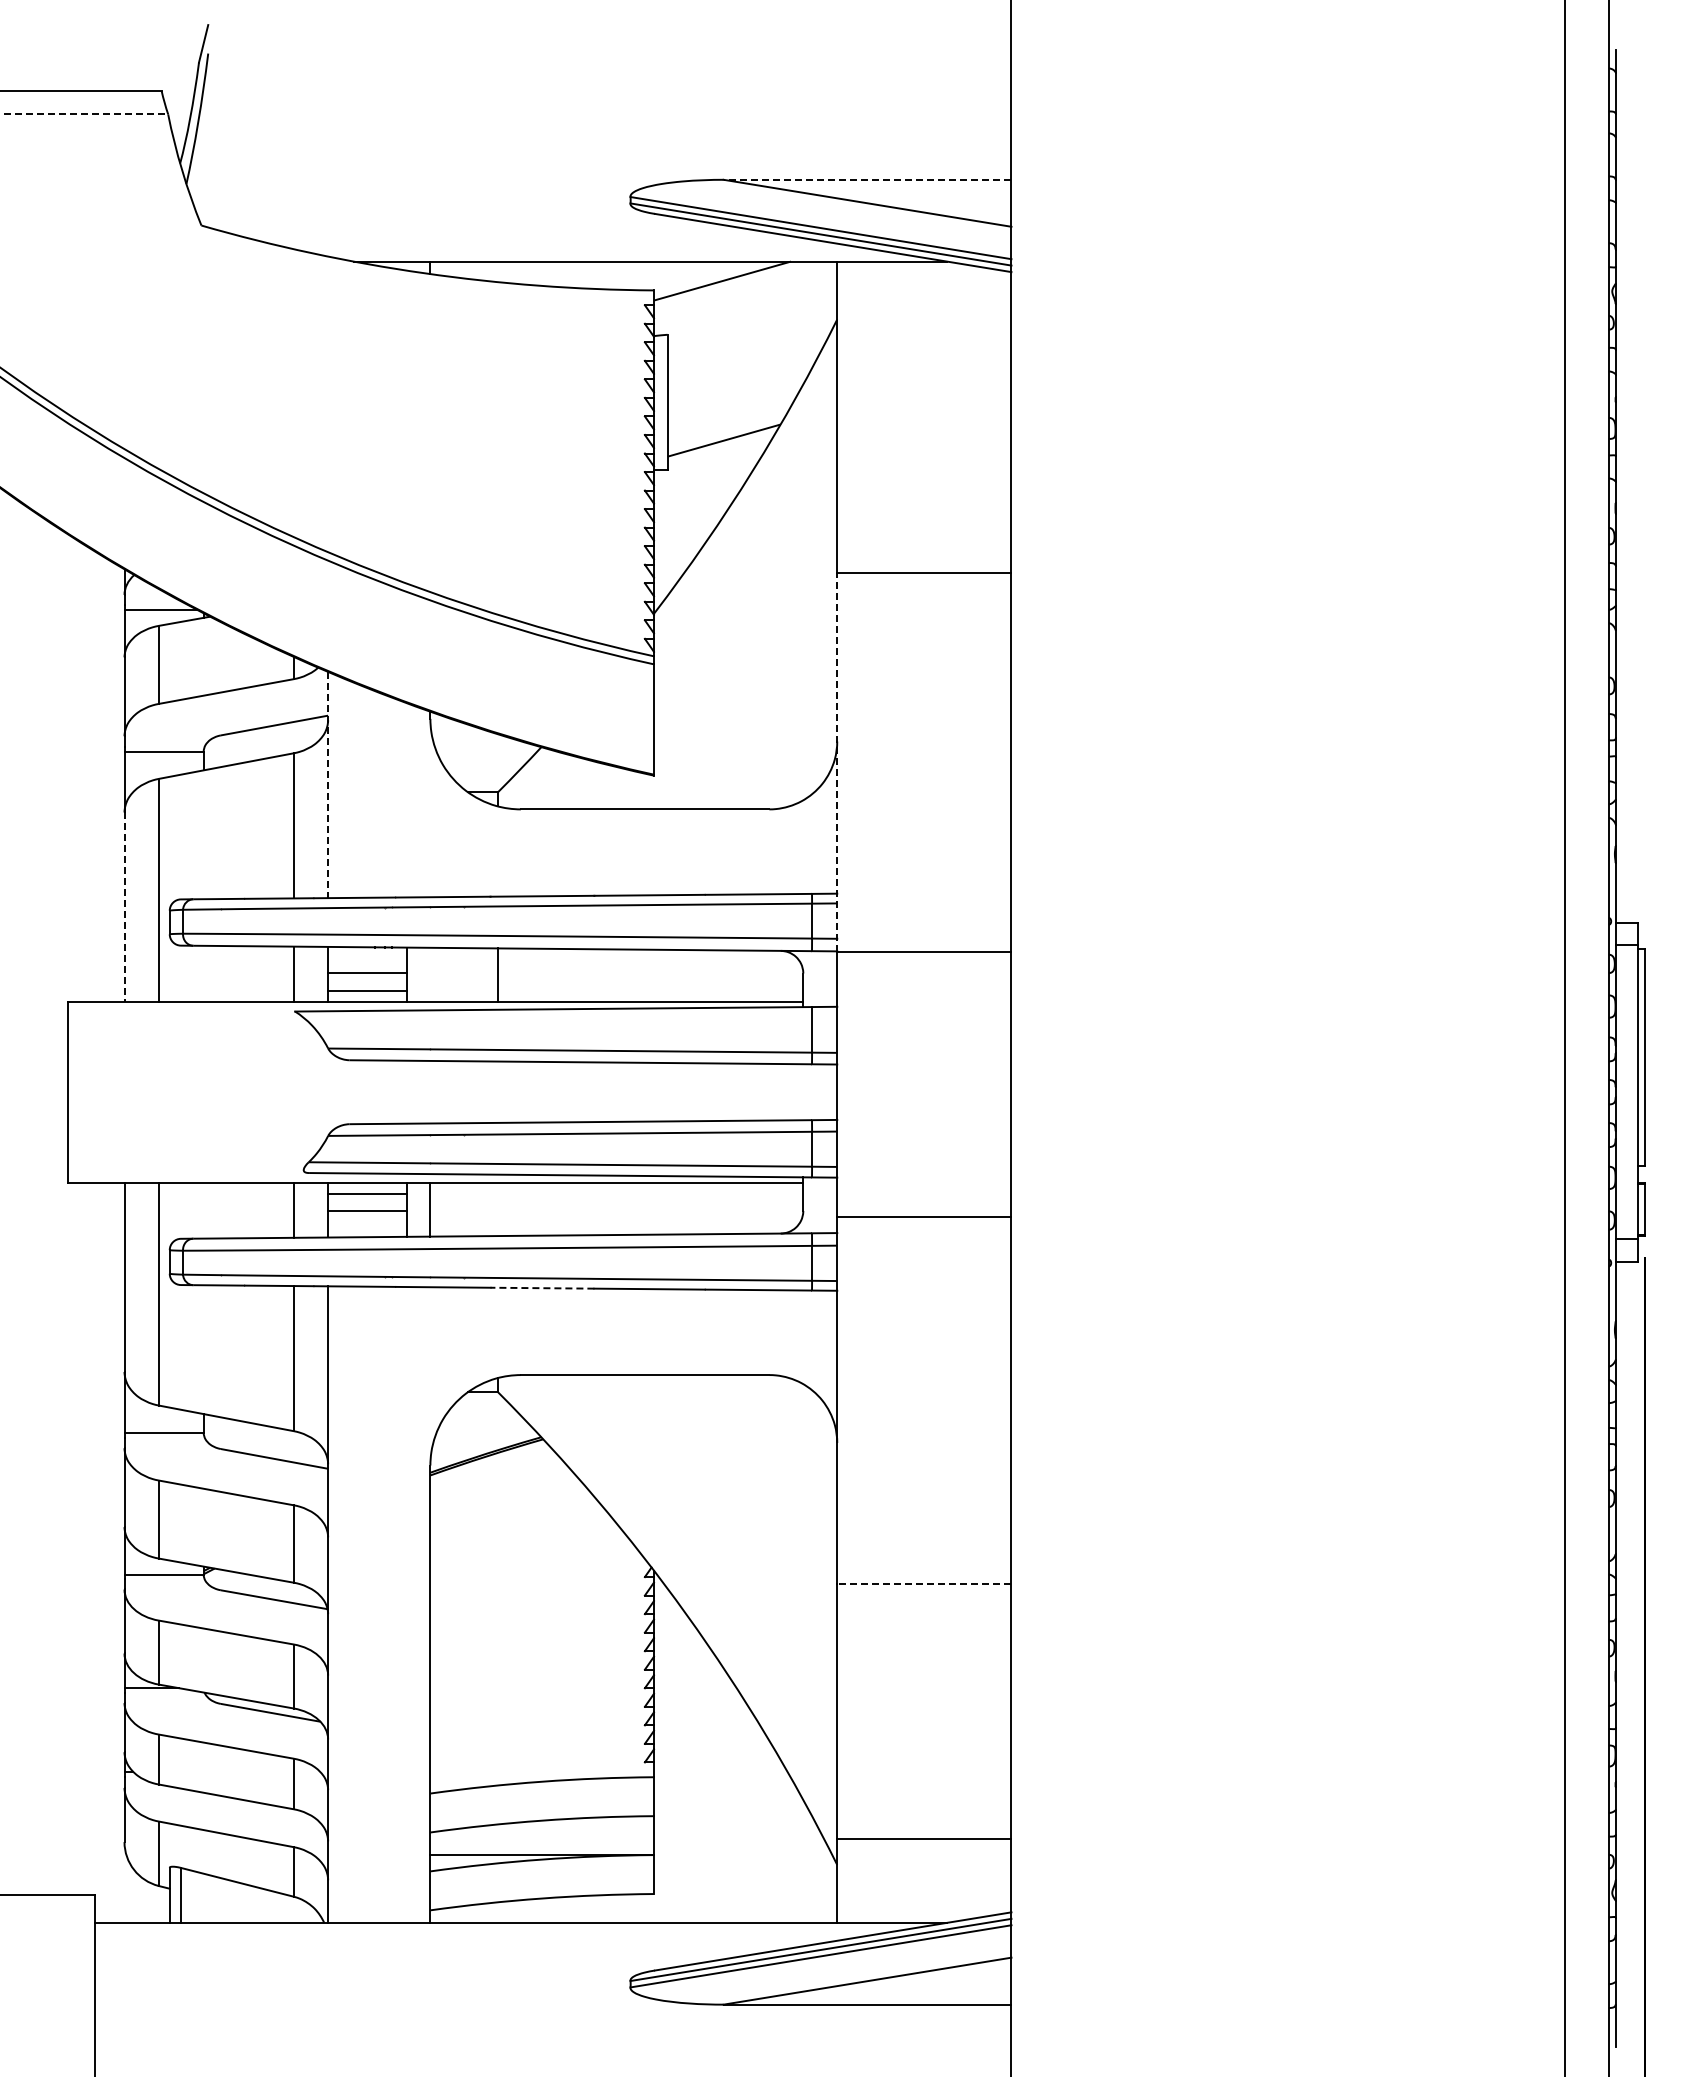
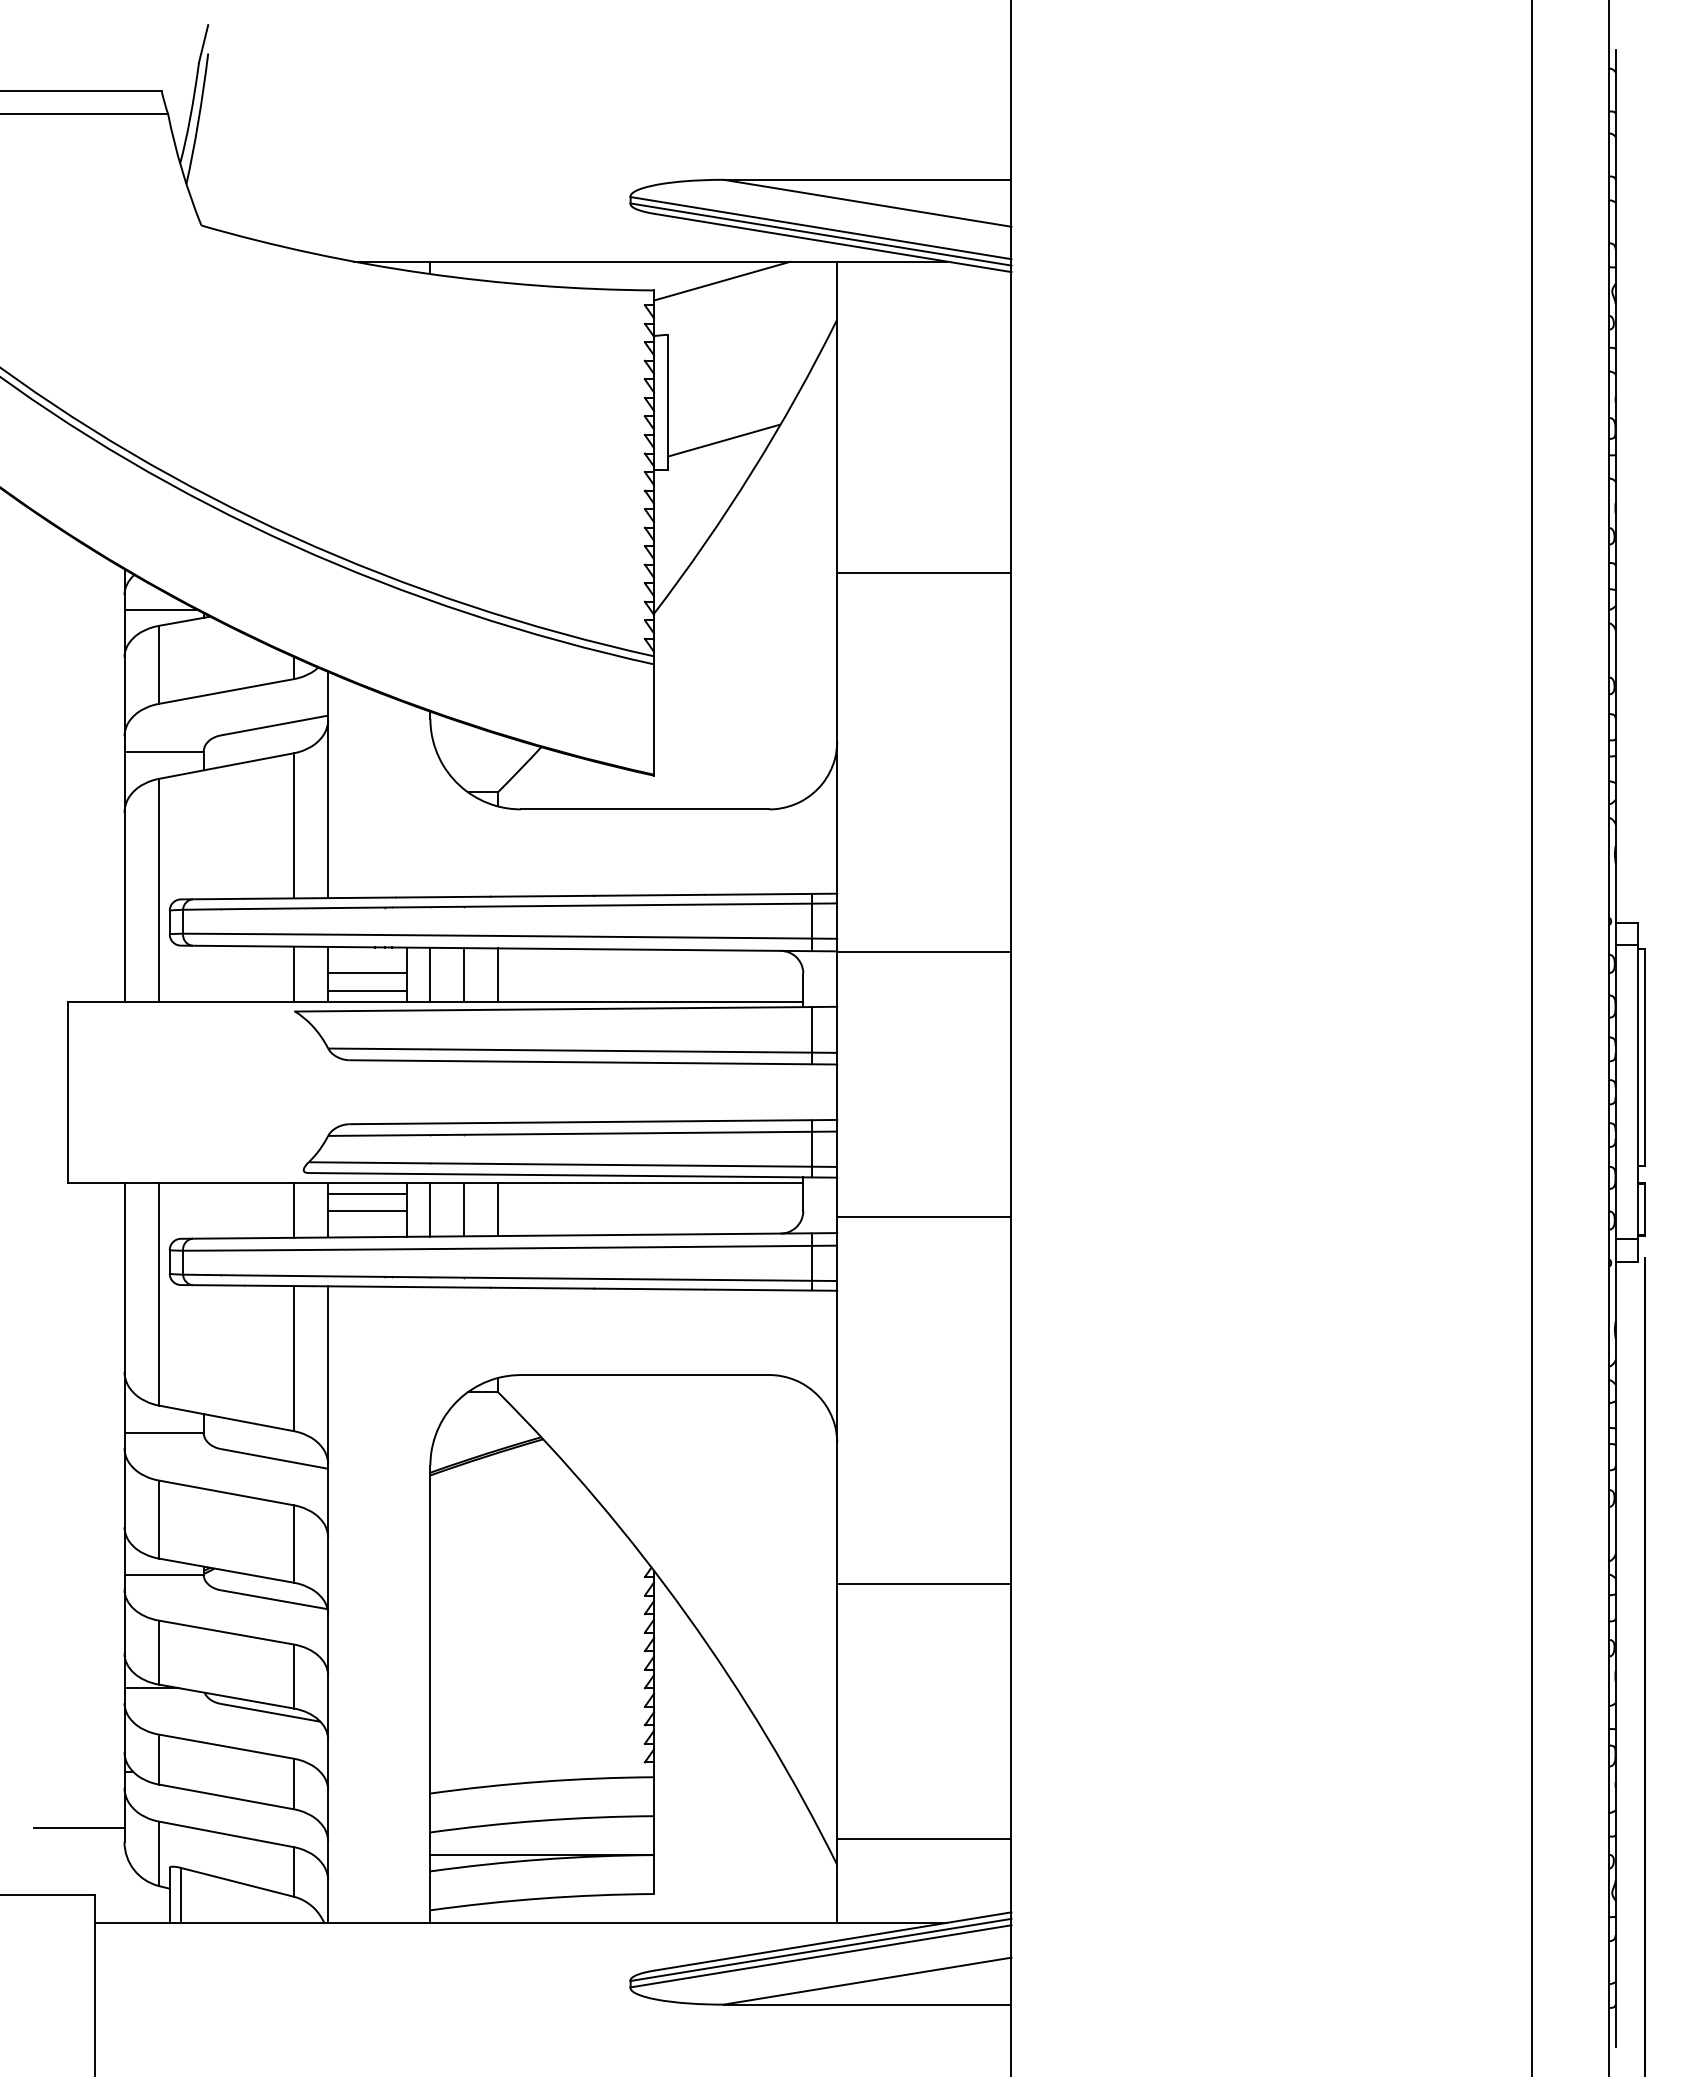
line at (84, 114): dashed -> solid
line at (867, 179): dashed -> solid
line at (837, 761): dashed -> solid
line at (328, 785): dashed -> solid
line at (124, 907): dashed -> solid
line at (430, 974): none -> present
line at (463, 974): none -> present
line at (1564, 1037) position: (1564, 1037) -> (1531, 1037)
line at (463, 1209): none -> present
line at (497, 1209): none -> present
line at (542, 1288): dashed -> solid
line at (923, 1583): dashed -> solid
line at (79, 1827): none -> present
